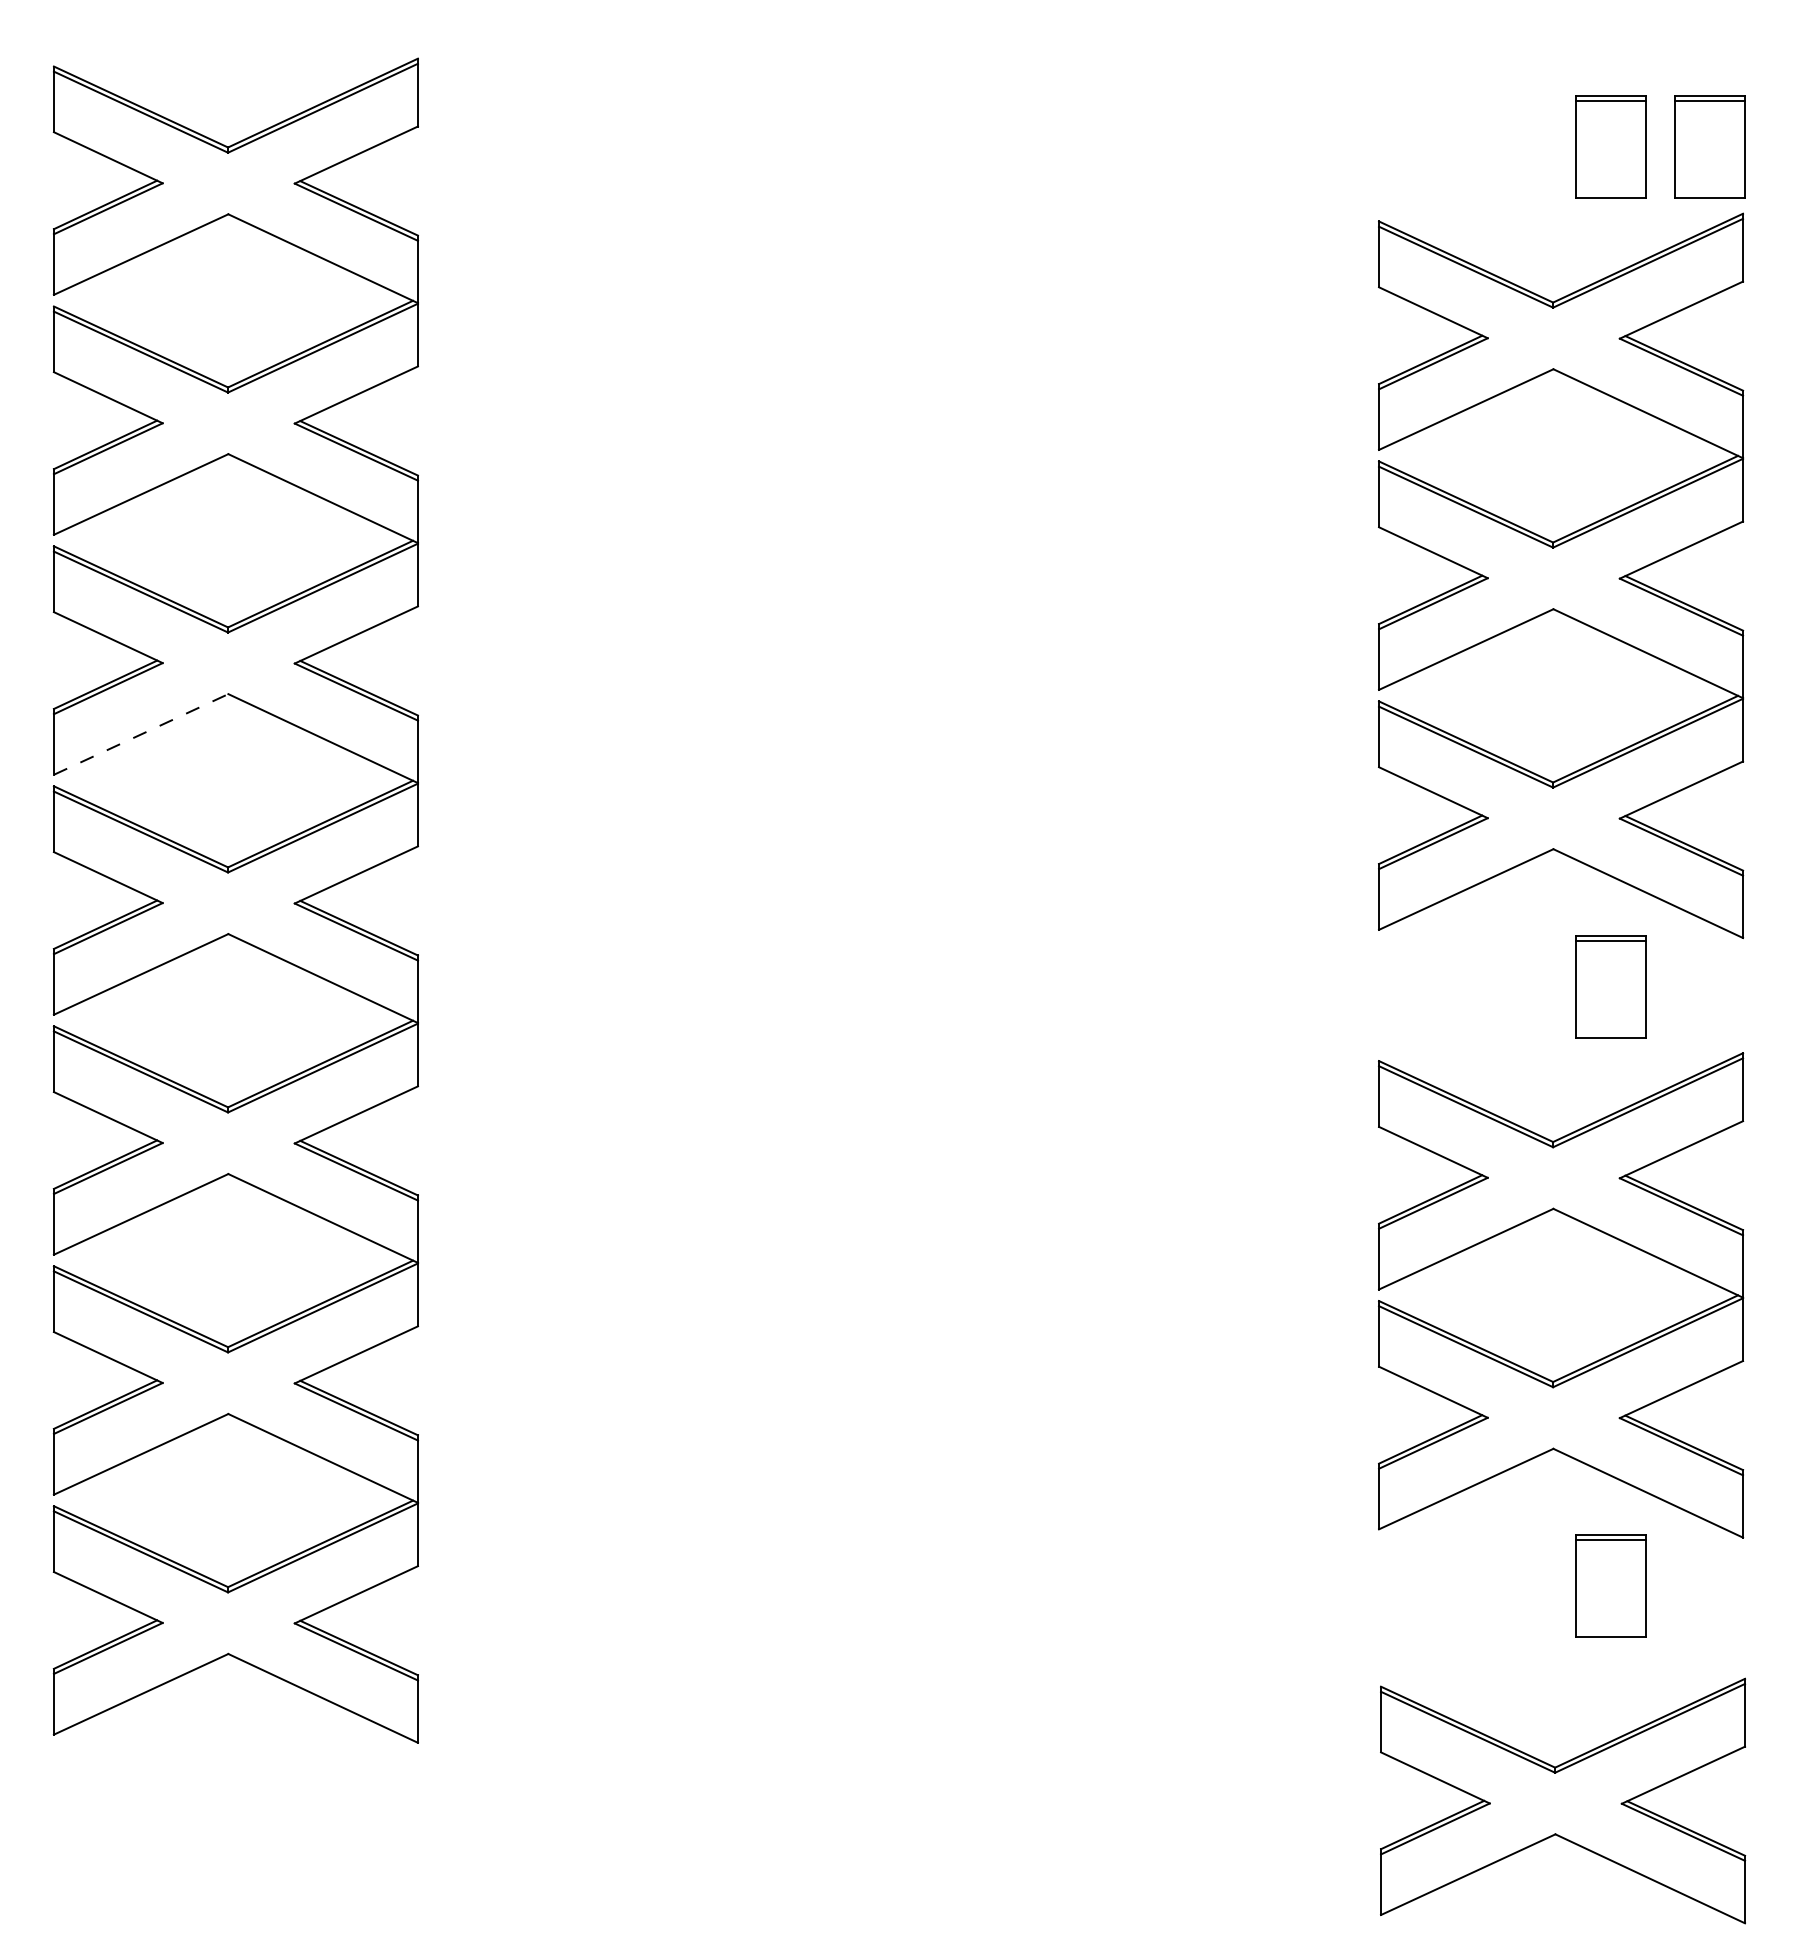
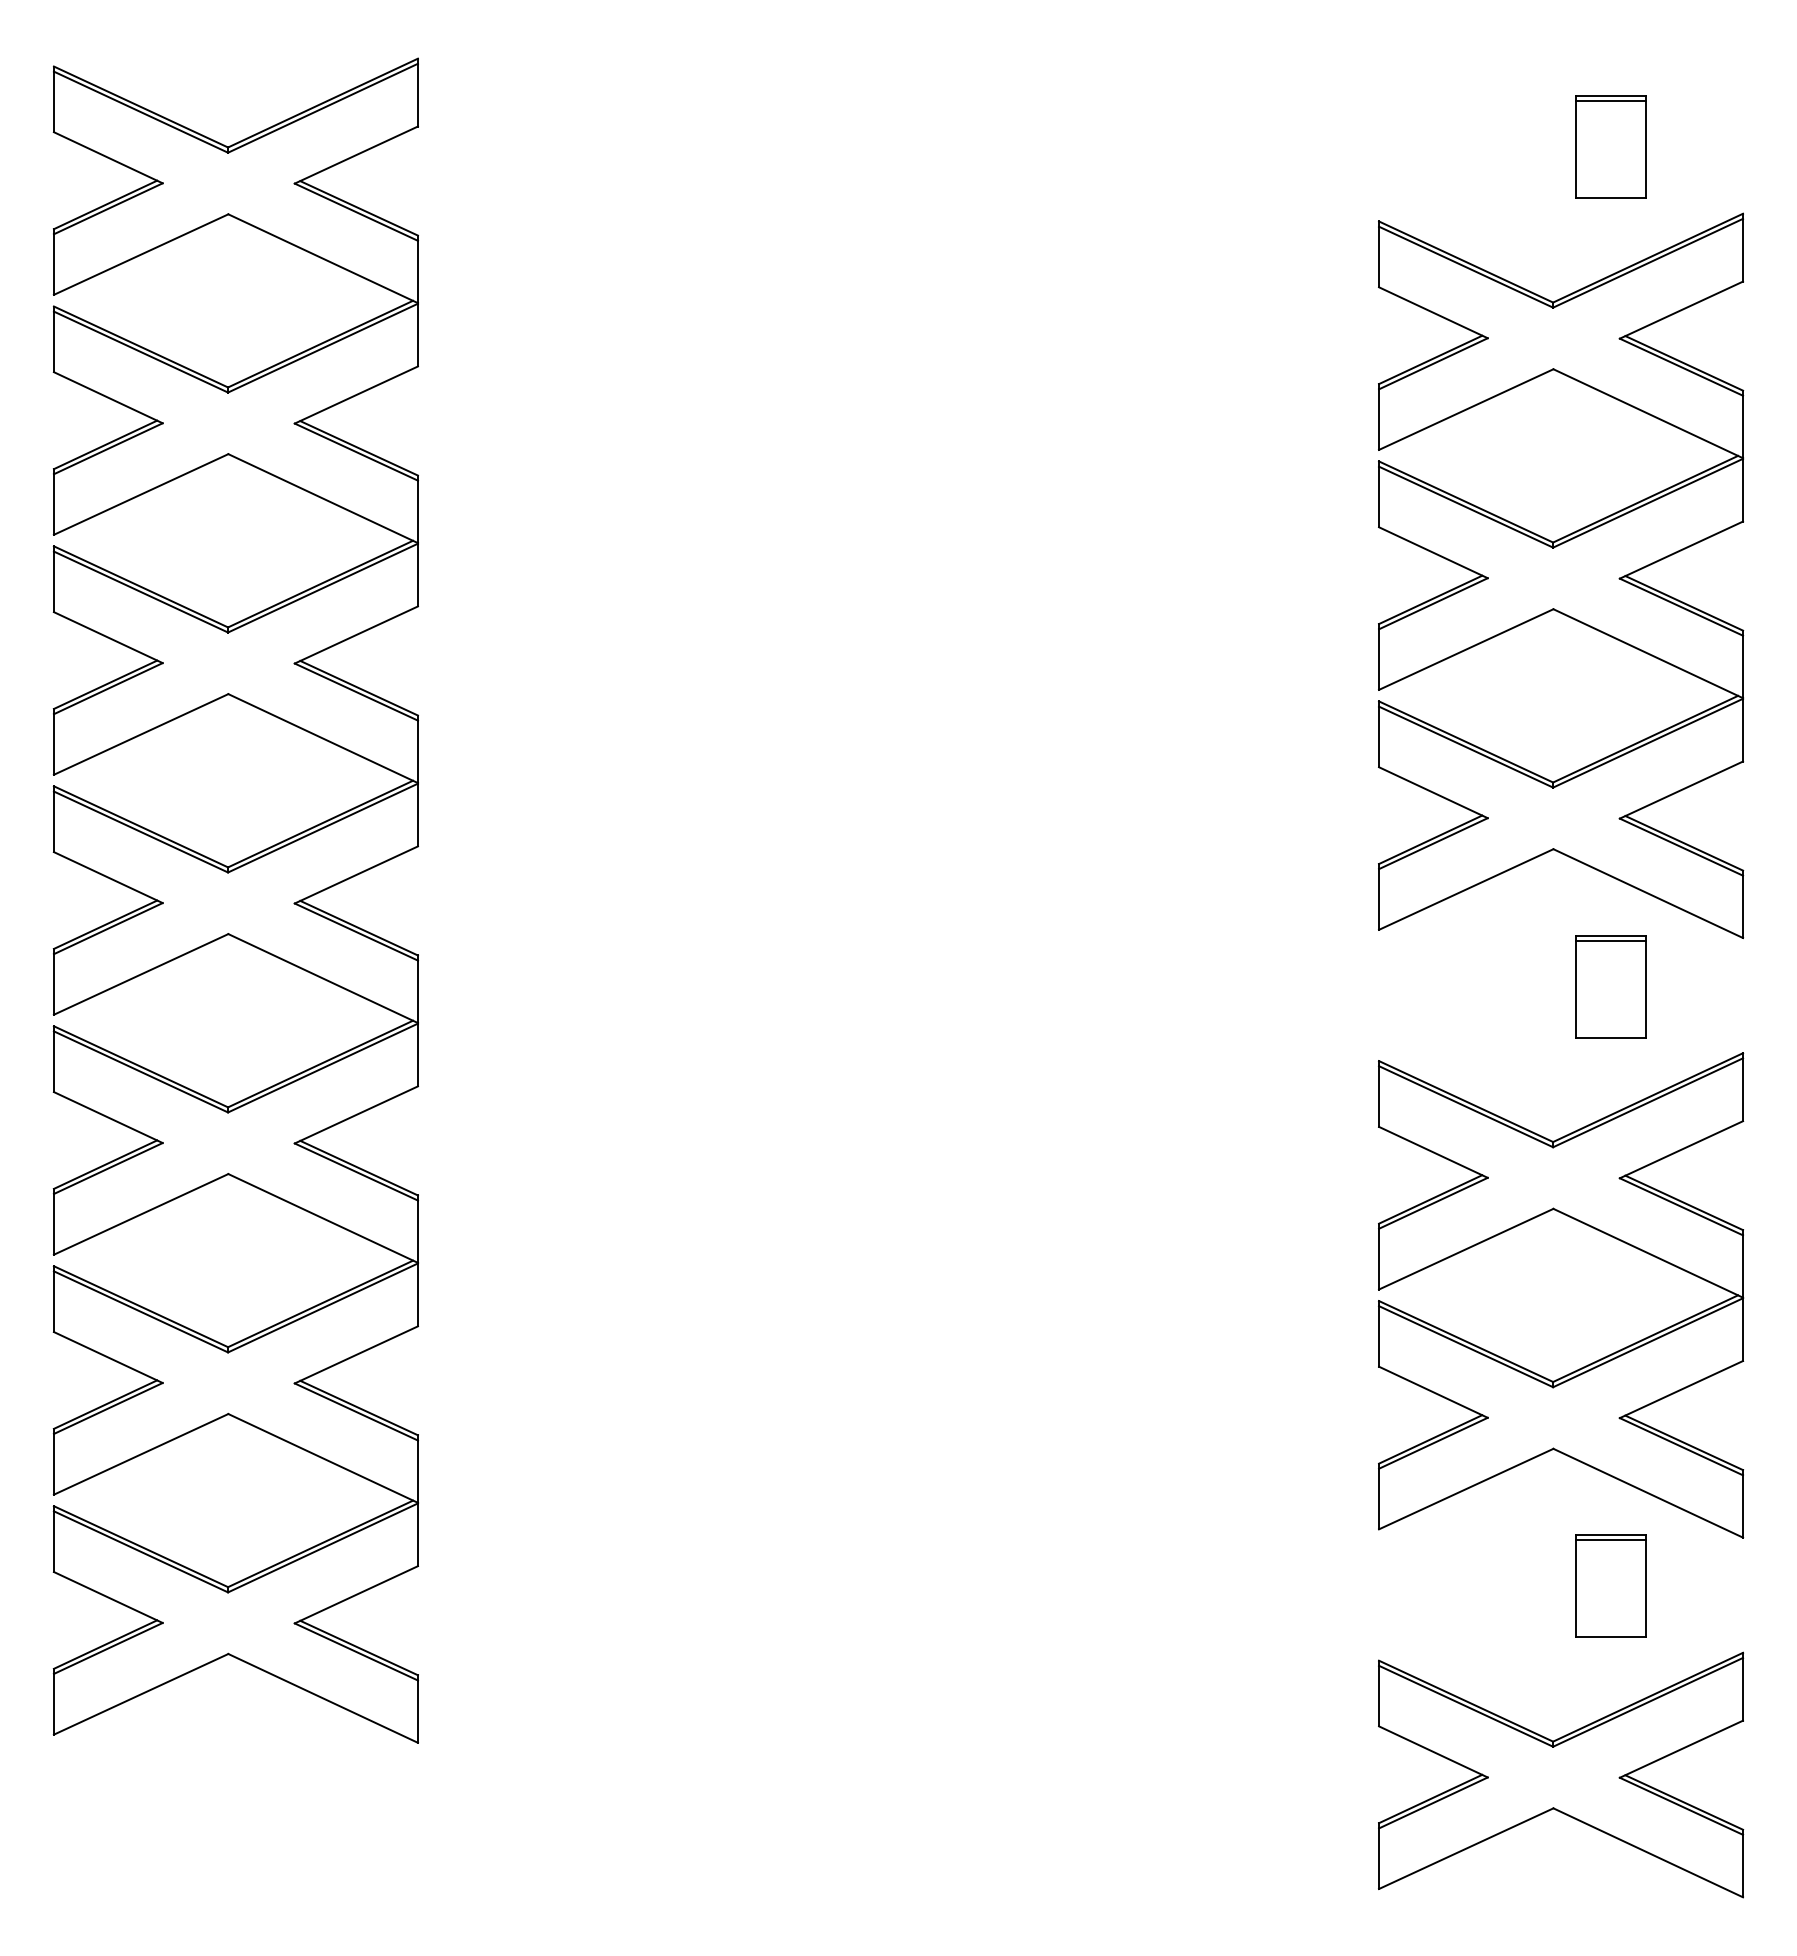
part at (1709, 146): present -> none
line at (141, 734): dashed -> solid
part at (1563, 1800) position: (1563, 1800) -> (1561, 1774)
